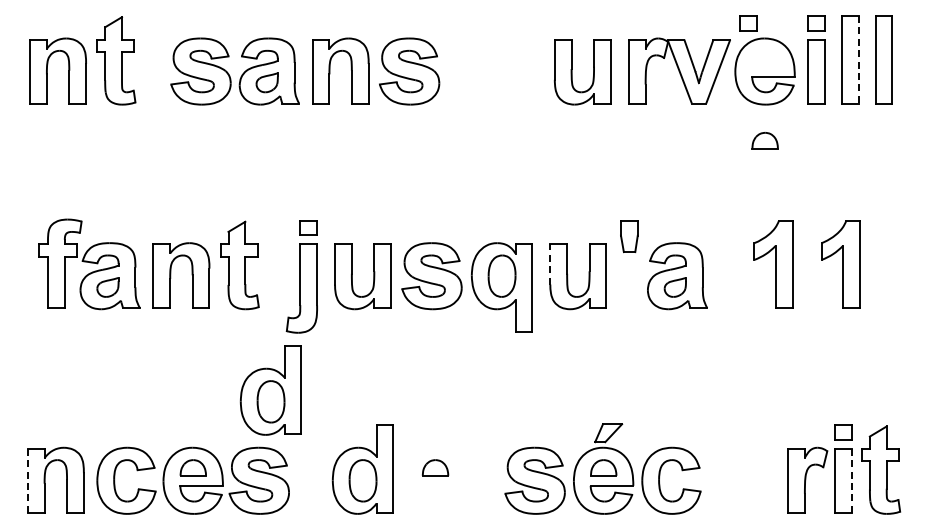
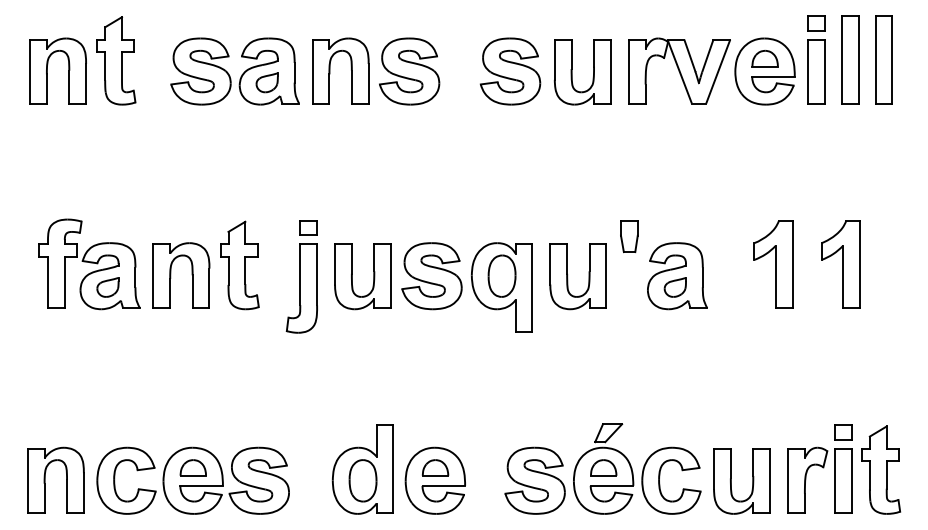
part at (748, 23): present -> none
line at (858, 59): dashed -> solid
part at (510, 71): none -> present
part at (764, 140) position: (764, 140) -> (764, 58)
line at (550, 263): dashed -> solid
part at (270, 390): present -> none
line at (27, 480): dashed -> solid
part at (434, 480): none -> present
line at (851, 480): dashed -> solid
part at (731, 481): none -> present
